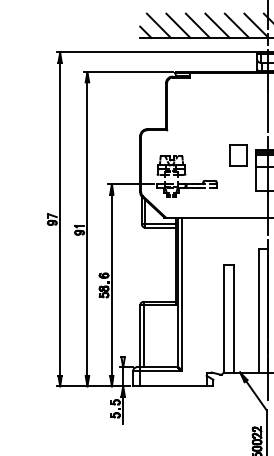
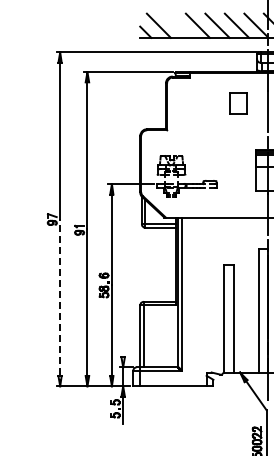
line at (178, 25): present -> none
part at (238, 155) position: (238, 155) -> (238, 103)
line at (60, 302): solid -> dashed
